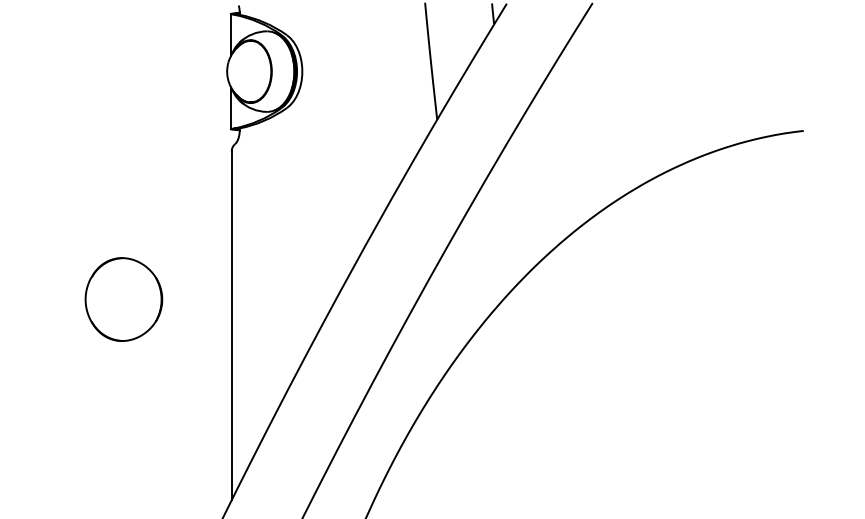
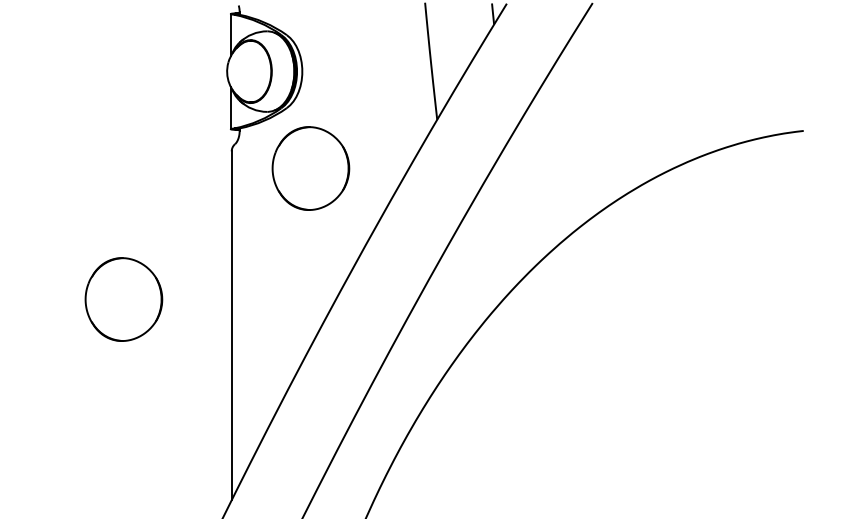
part at (310, 168): none -> present
